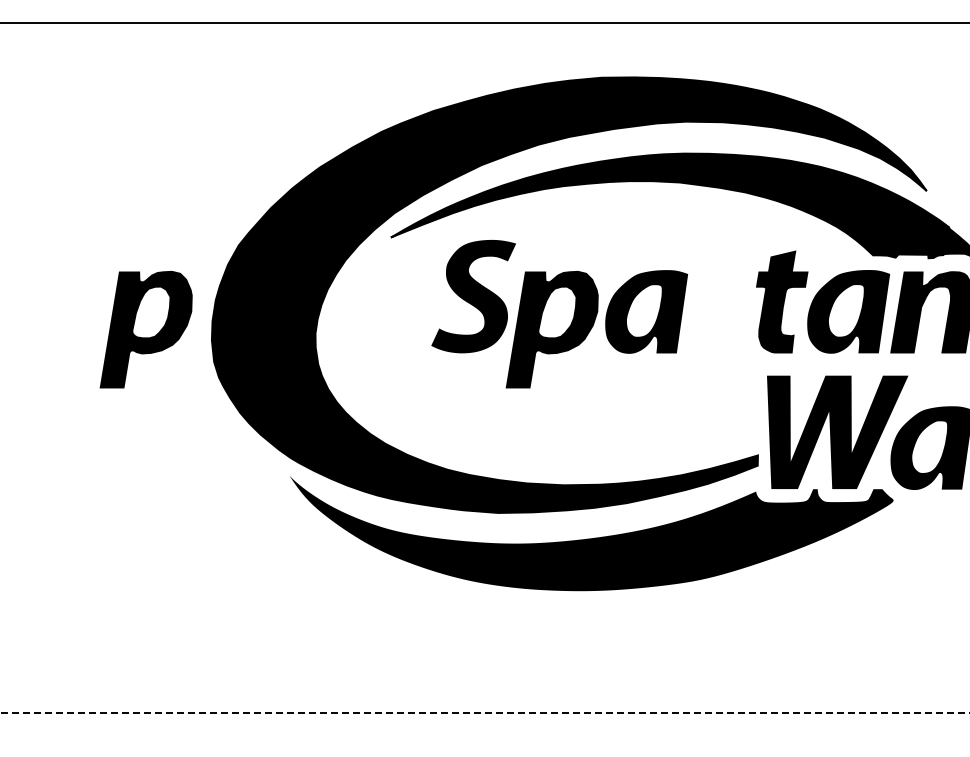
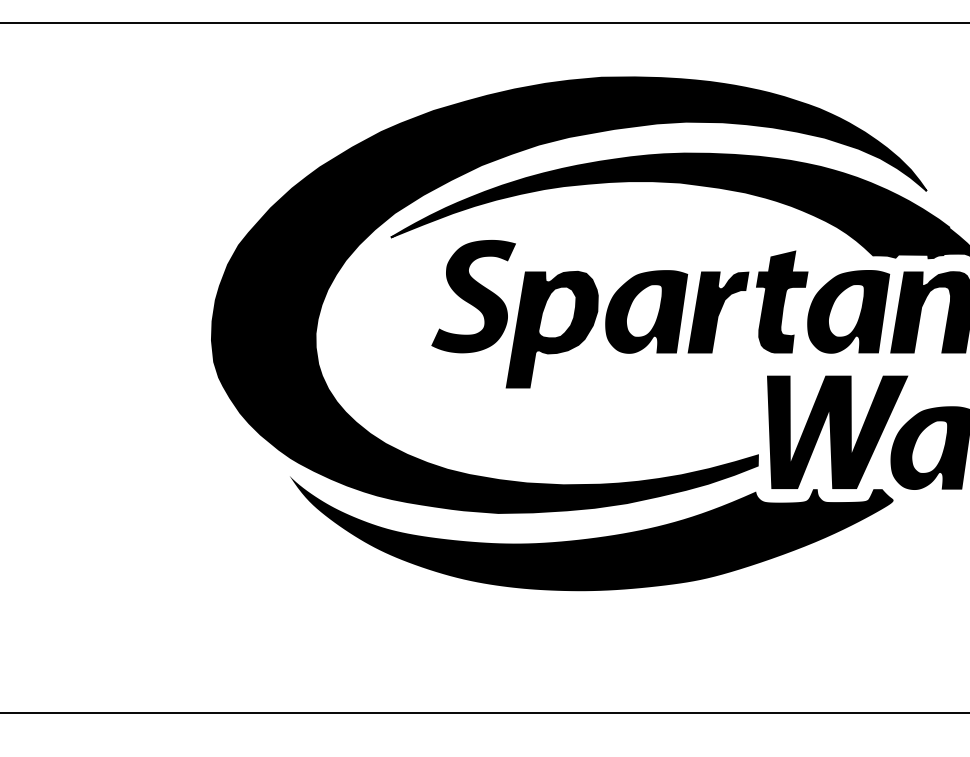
fill at (718, 312): none -> present
part at (145, 329): present -> none
line at (485, 713): dashed -> solid
